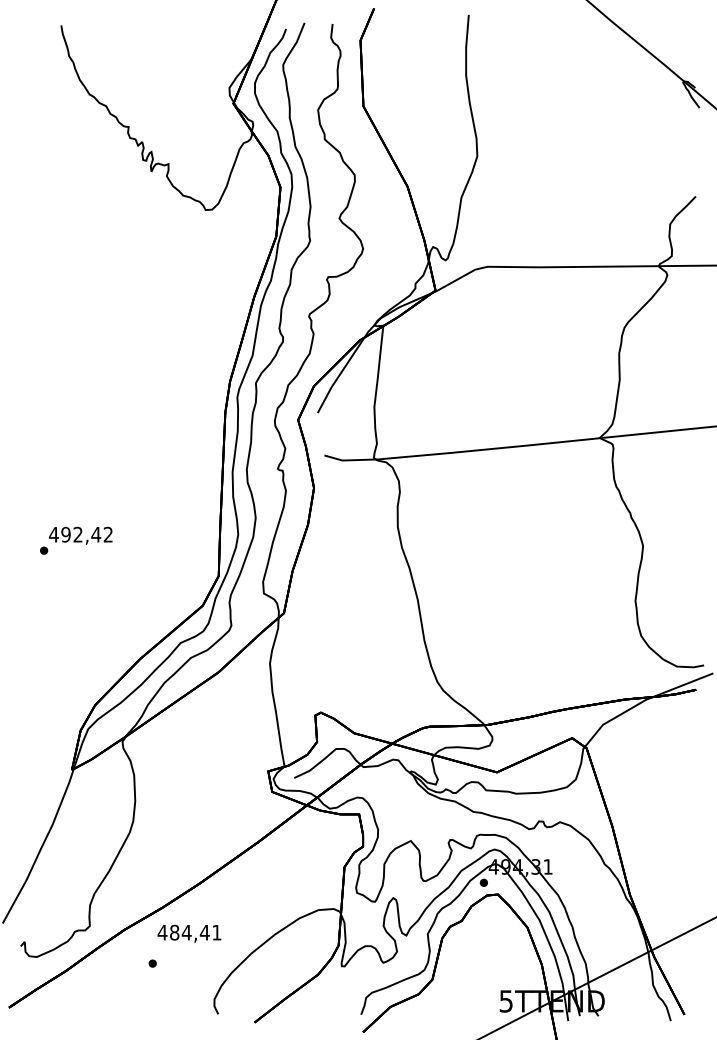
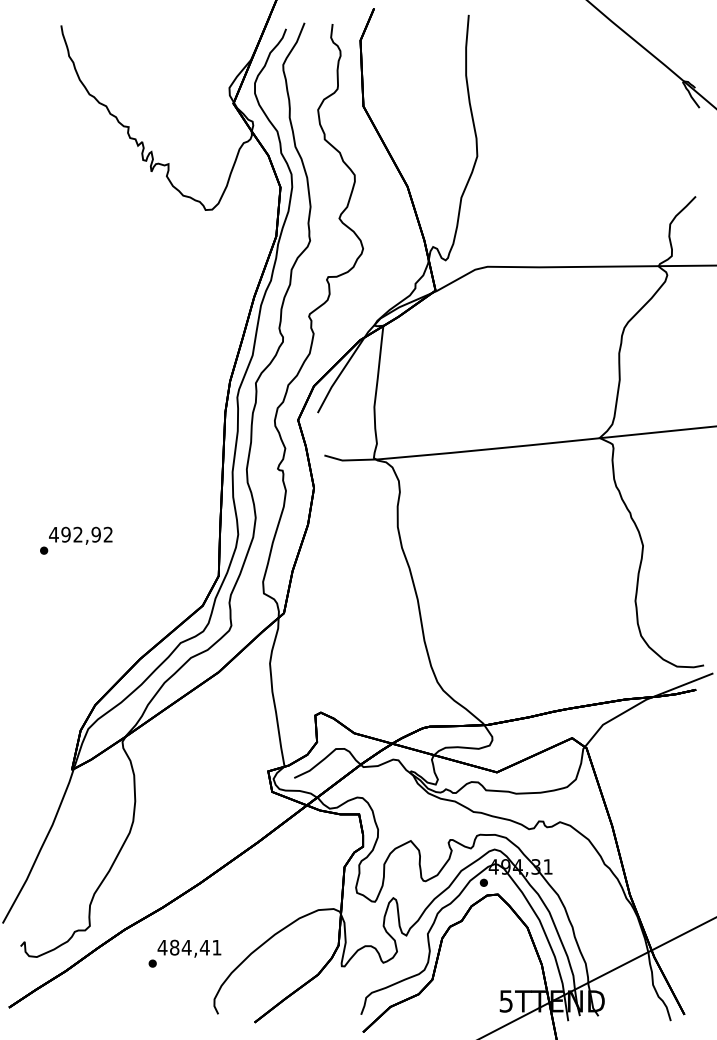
text at (96, 534): 492,42 -> 492,92
text at (189, 933) position: (189, 933) -> (189, 948)
